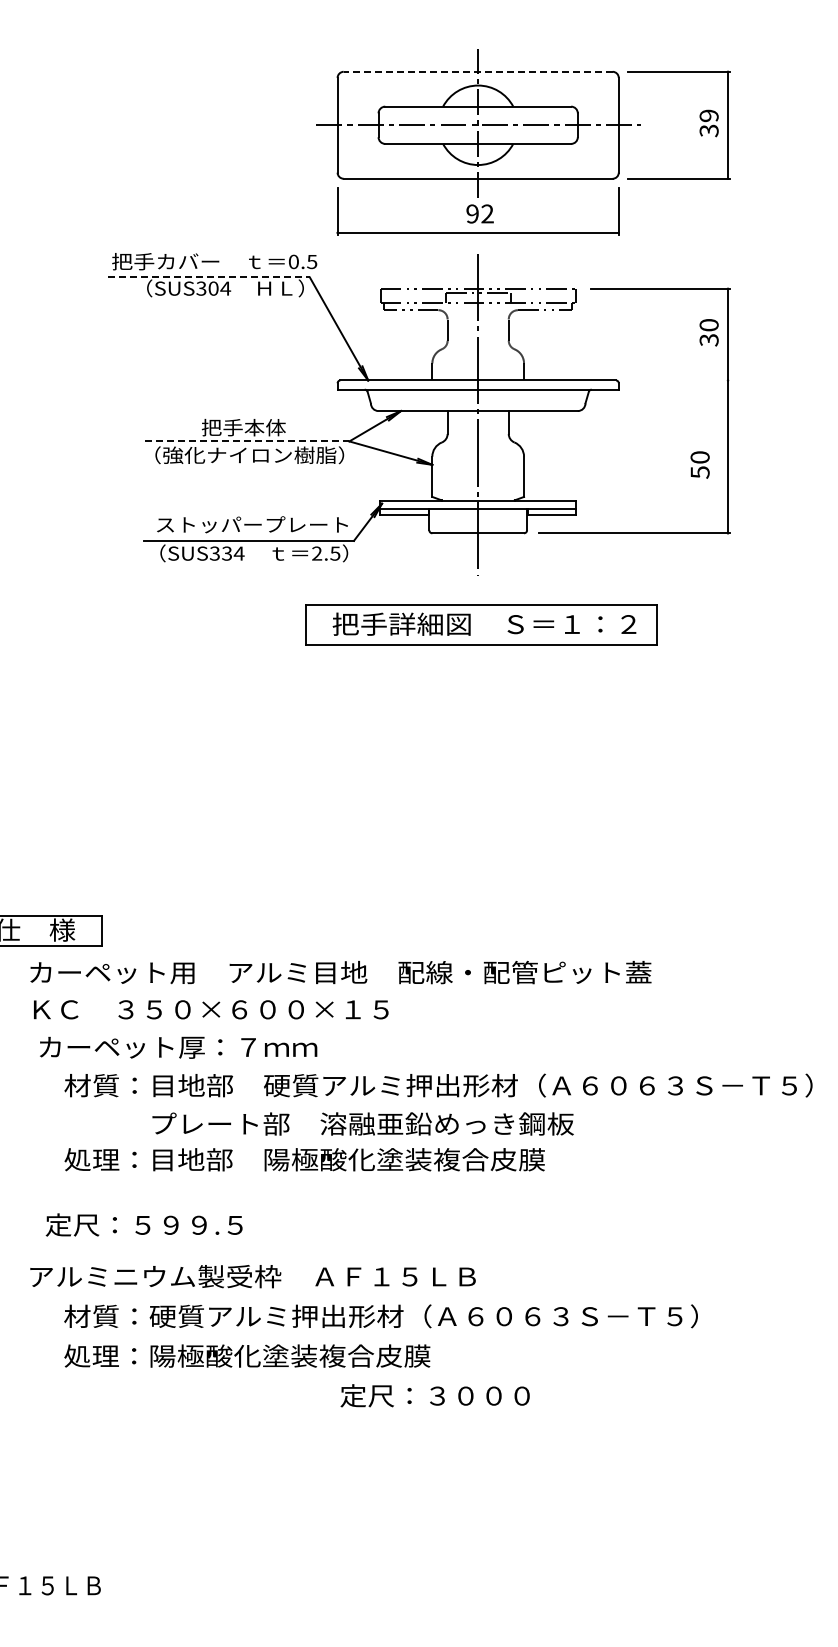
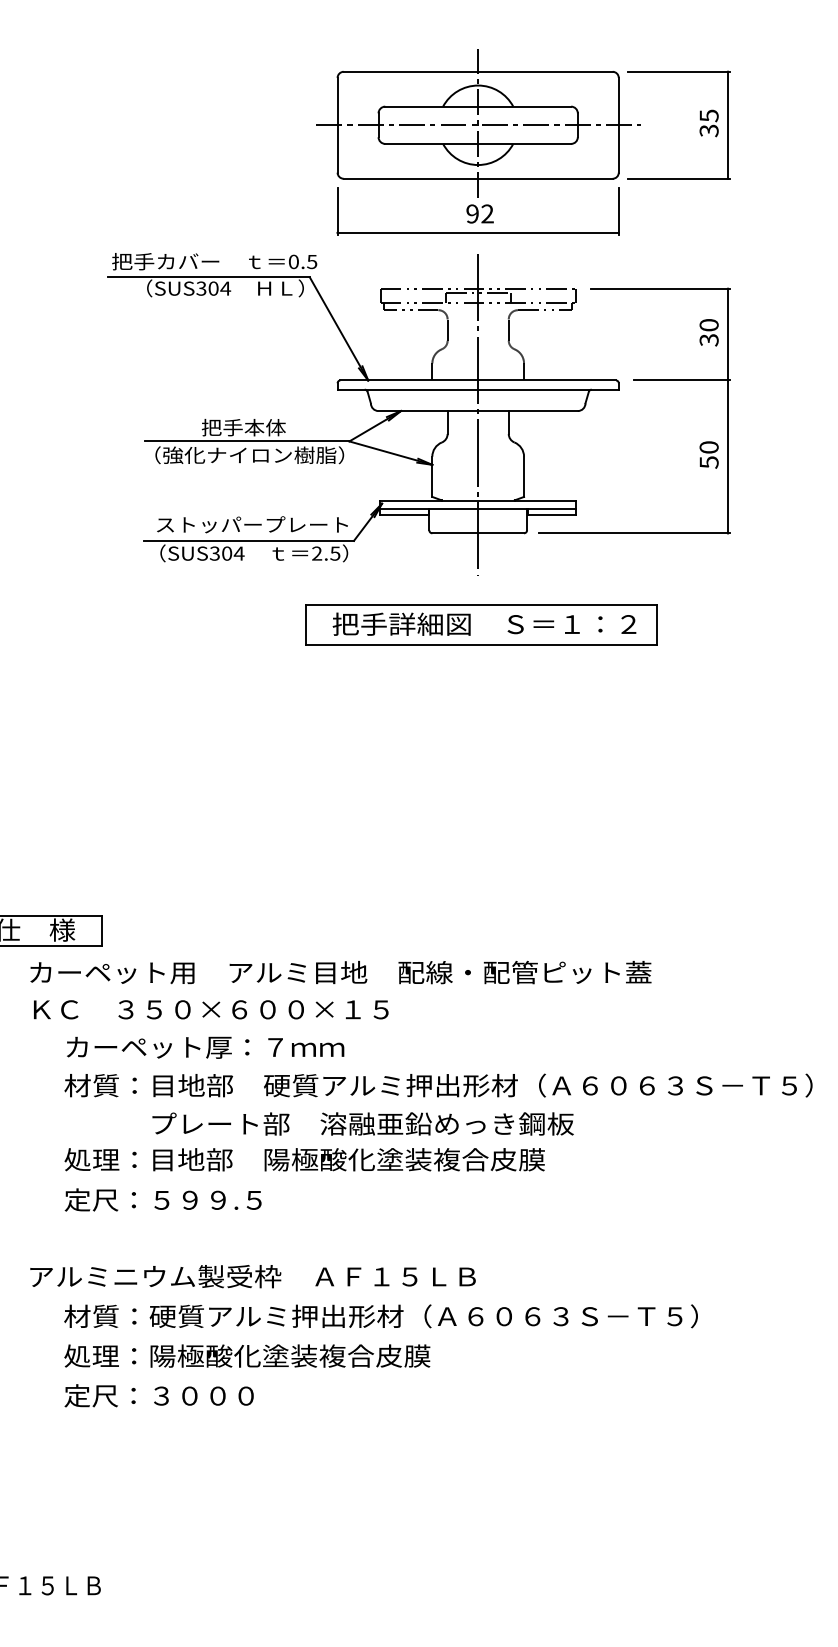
line at (477, 71): dashed -> solid
text at (708, 115): 39 -> 35
line at (209, 277): dashed -> solid
line at (681, 380): none -> present
line at (247, 441): dashed -> solid
text at (699, 464) position: (699, 464) -> (708, 454)
text at (227, 553): SUS334 -> SUS304
text at (178, 1047) position: (178, 1047) -> (205, 1047)
text at (143, 1224) position: (143, 1224) -> (162, 1199)
text at (434, 1395) position: (434, 1395) -> (158, 1395)
